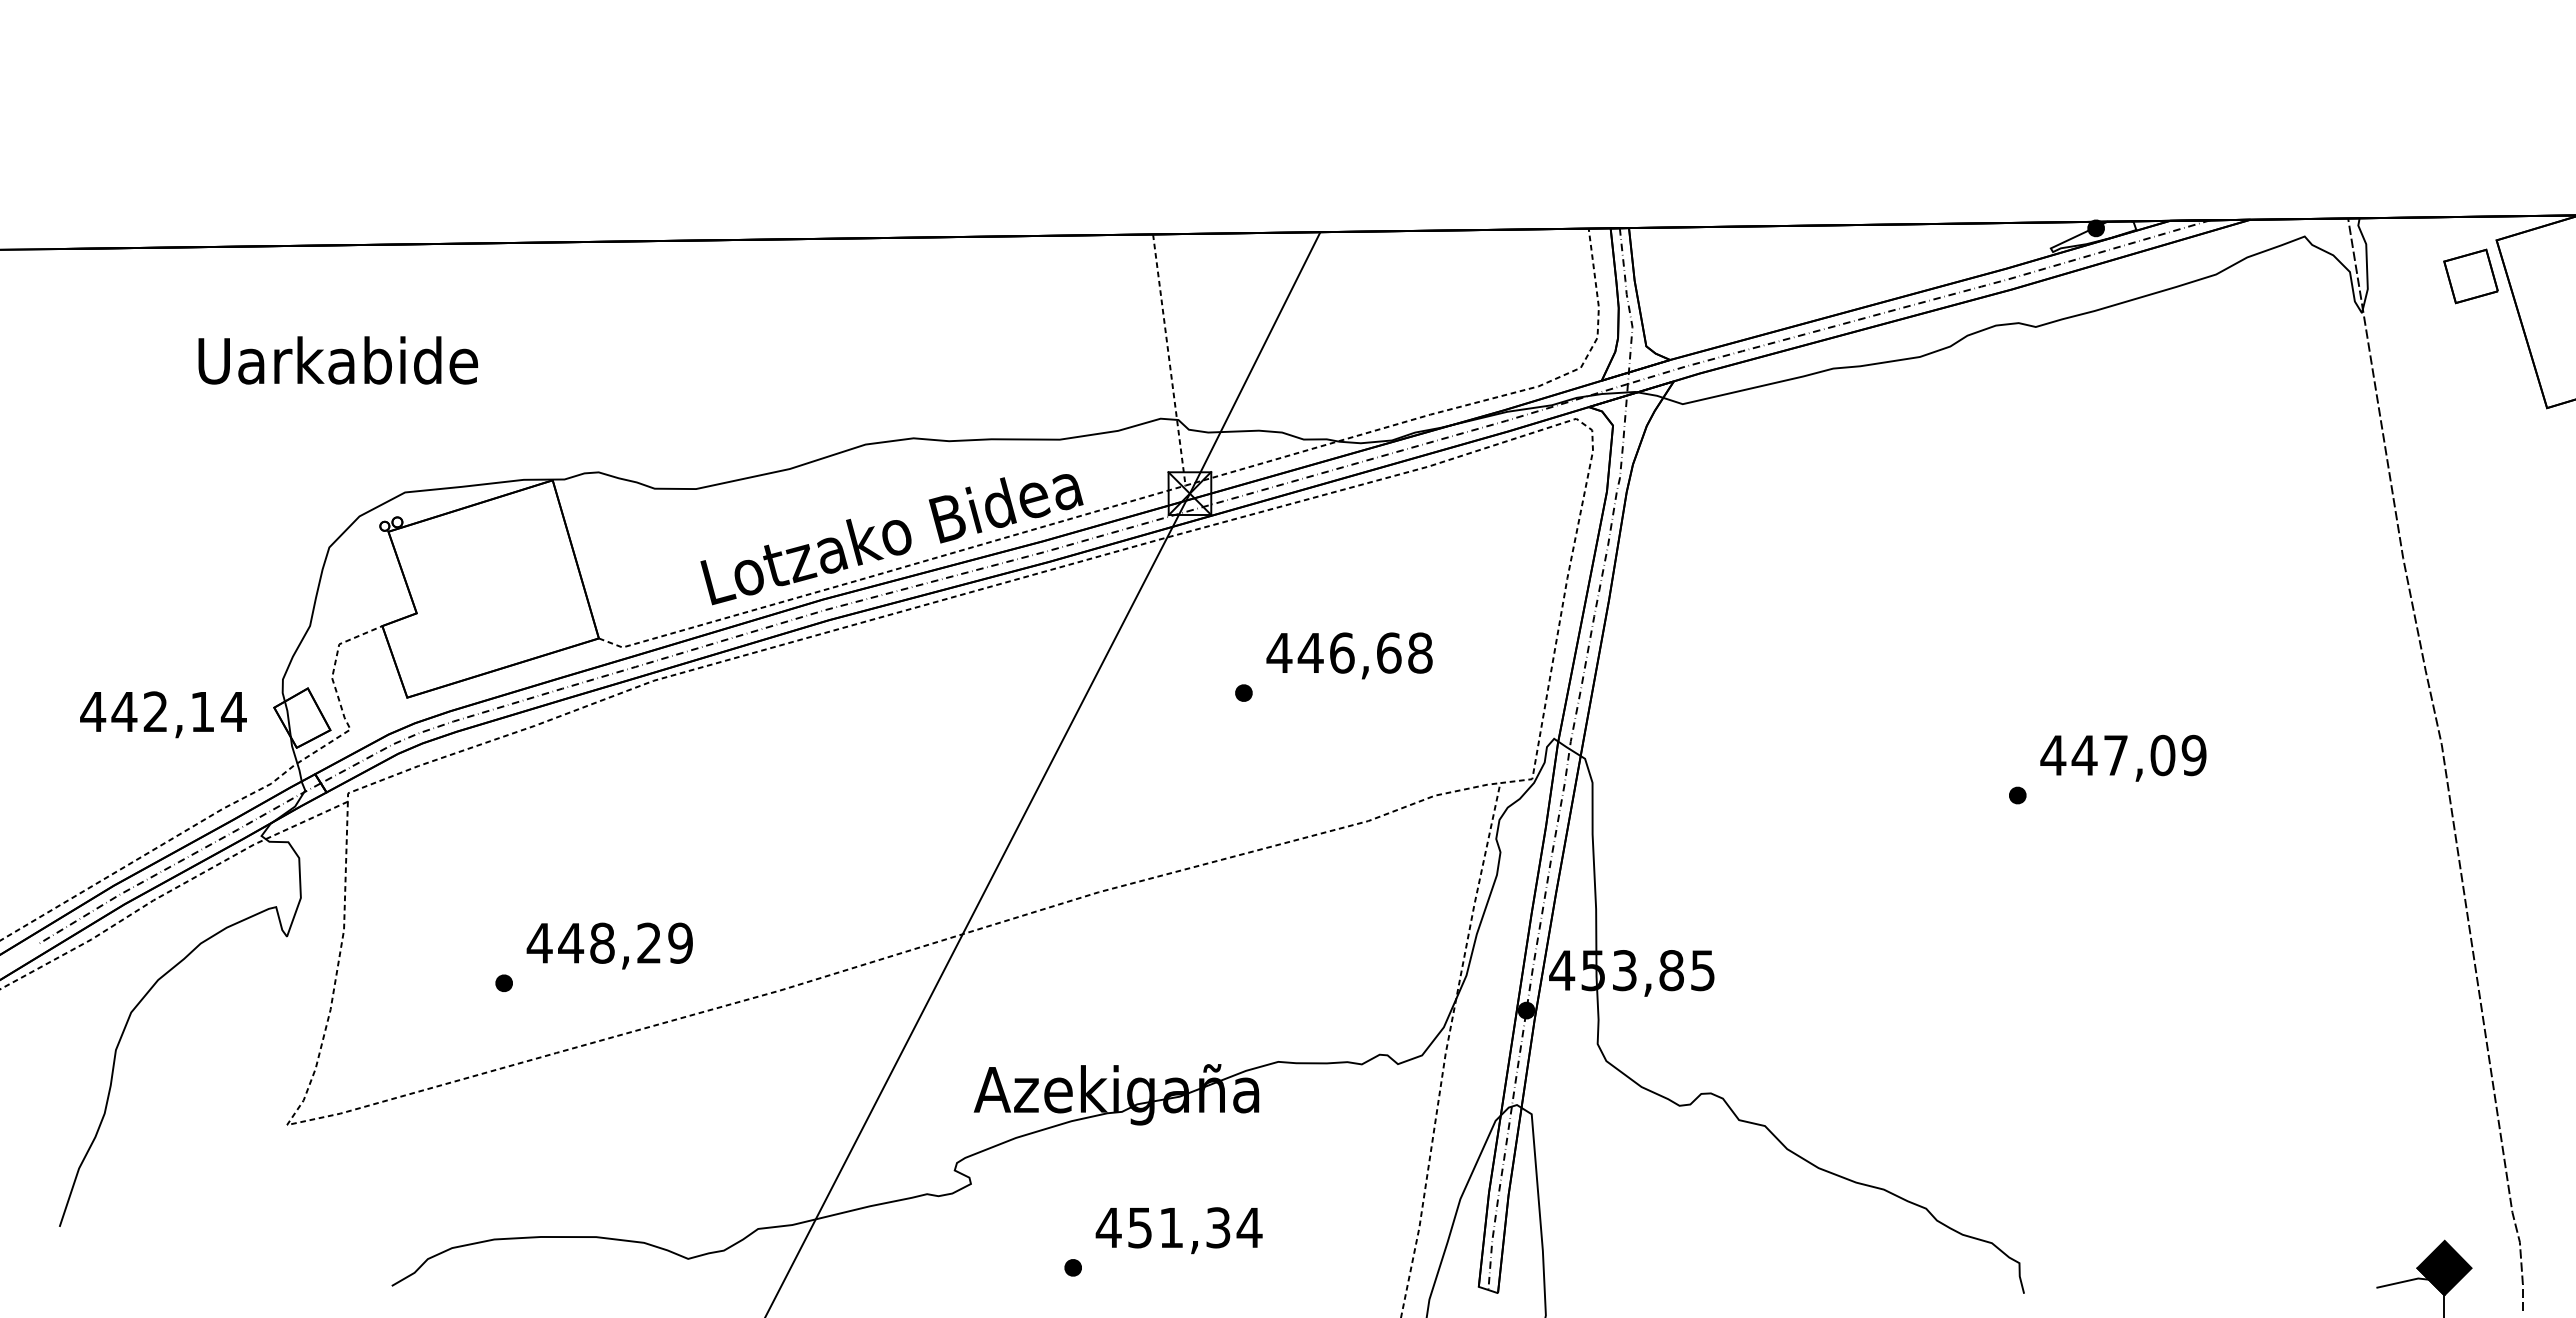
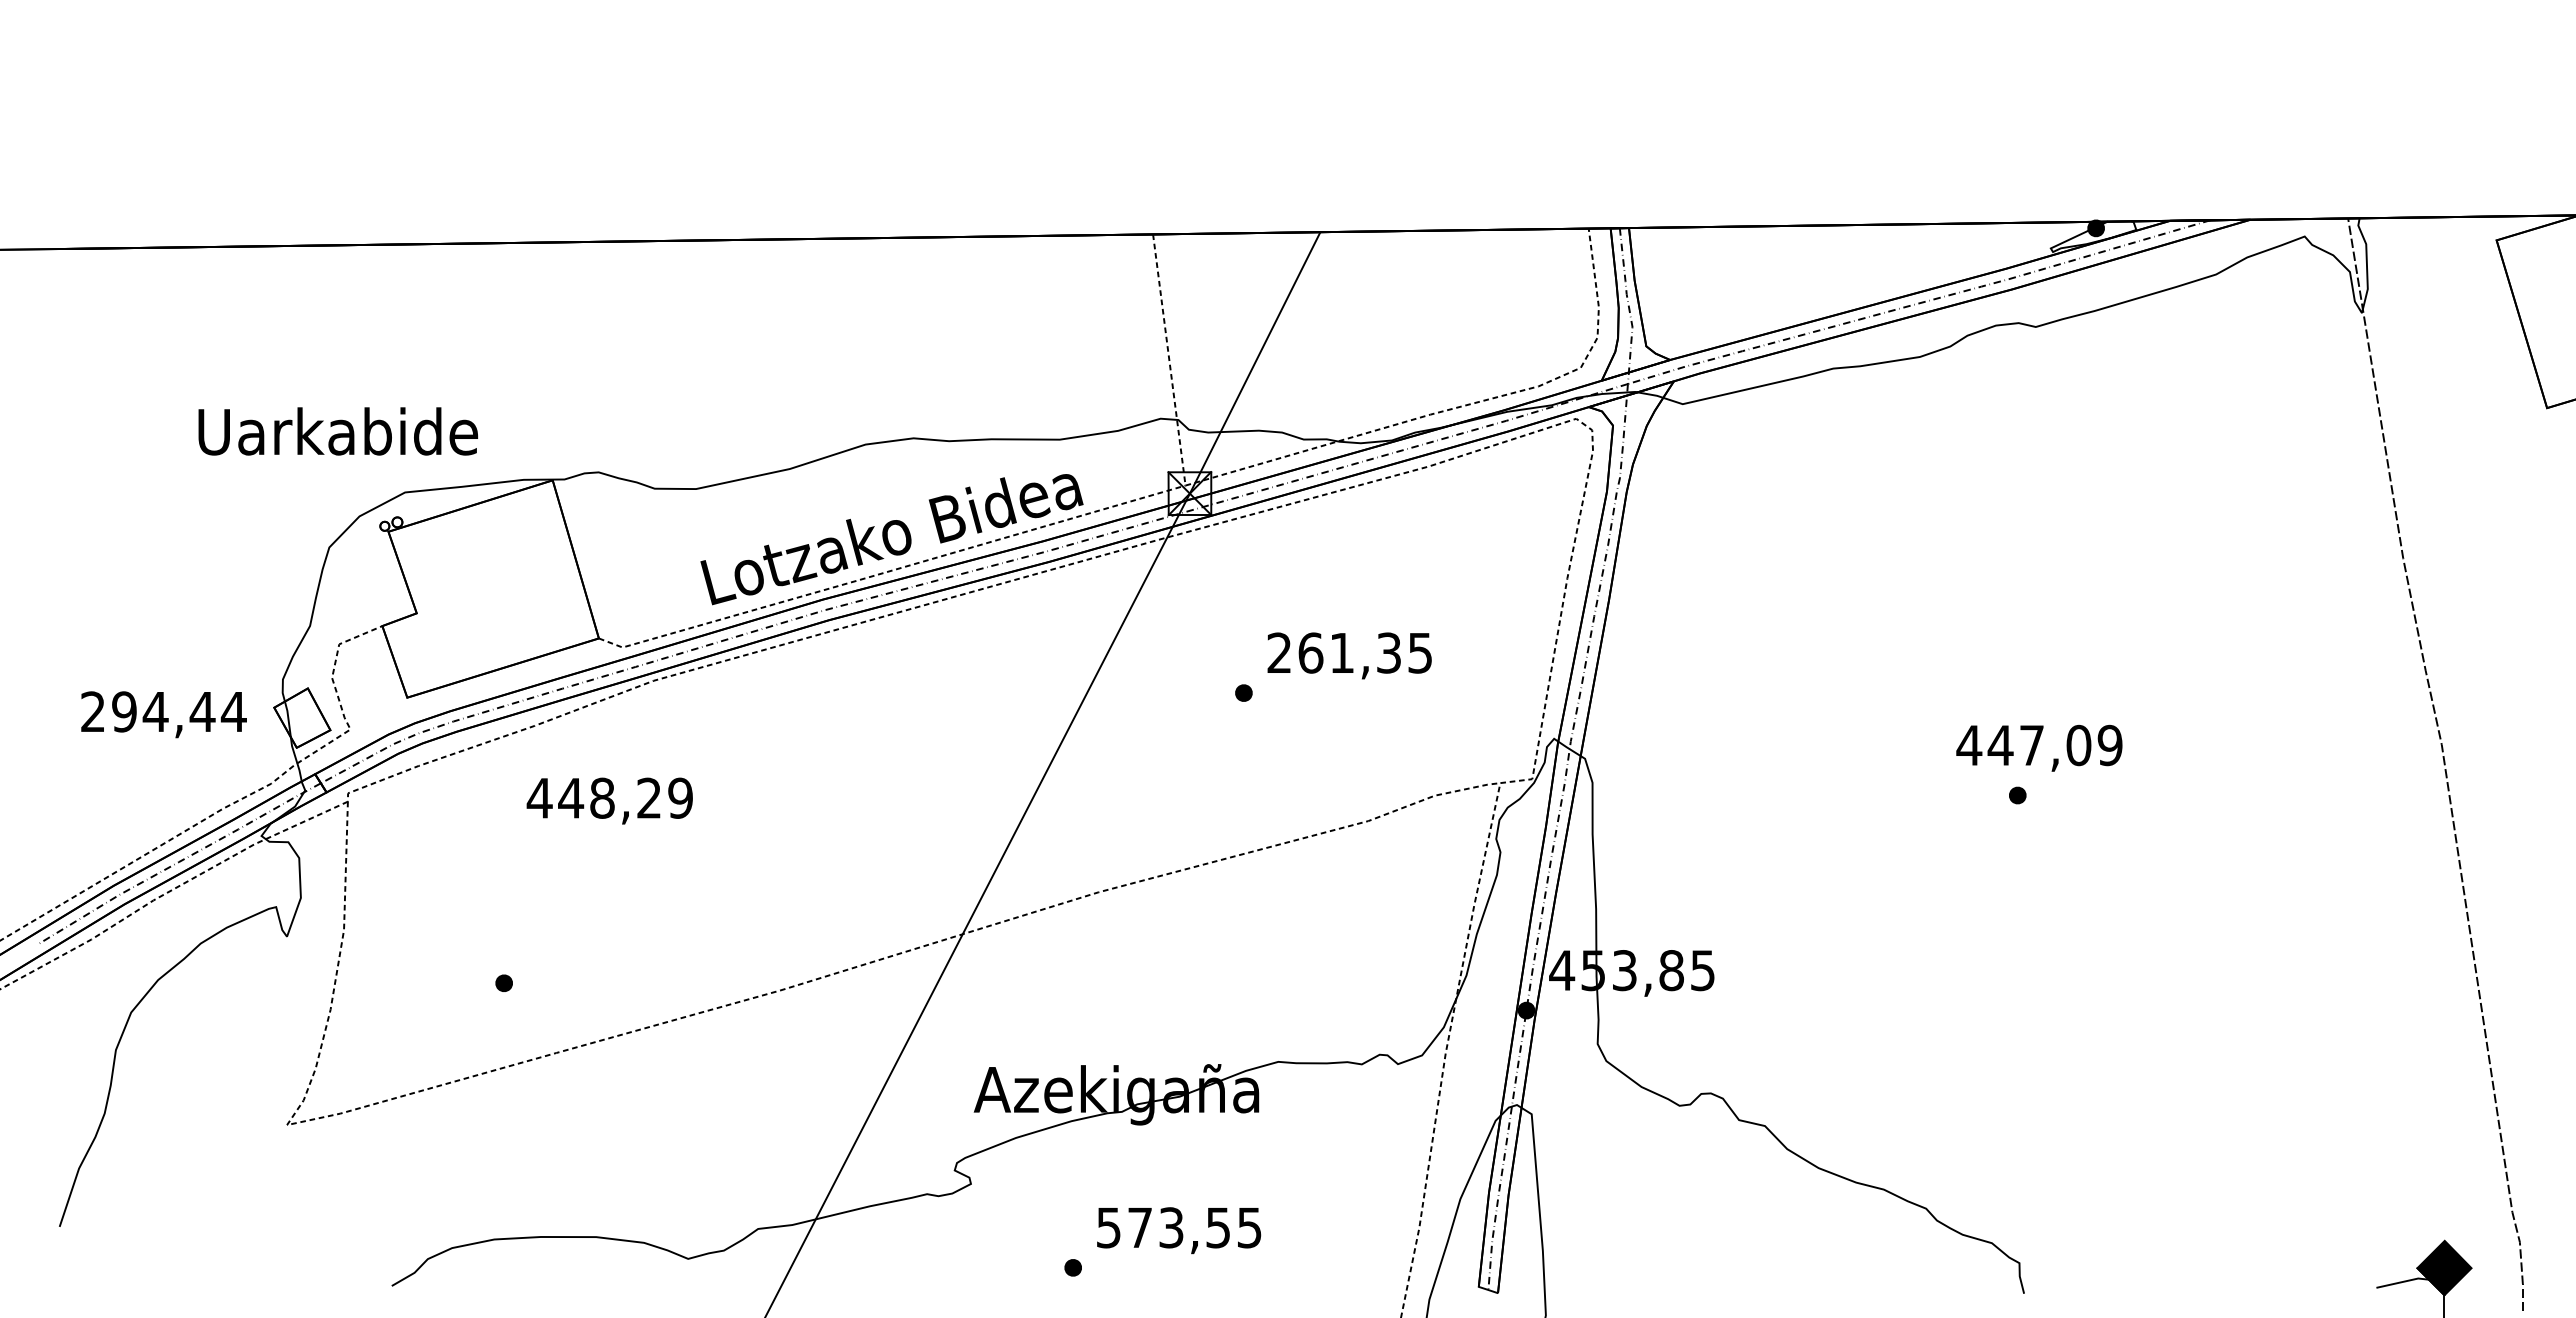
part at (2470, 276): present -> none
text at (337, 360) position: (337, 360) -> (337, 431)
text at (1349, 652): 446,68 -> 261,35
text at (147, 711): 442,14 -> 294,44
text at (2123, 757) position: (2123, 757) -> (2039, 747)
text at (609, 945) position: (609, 945) -> (609, 800)
text at (1178, 1227): 451,34 -> 573,55
